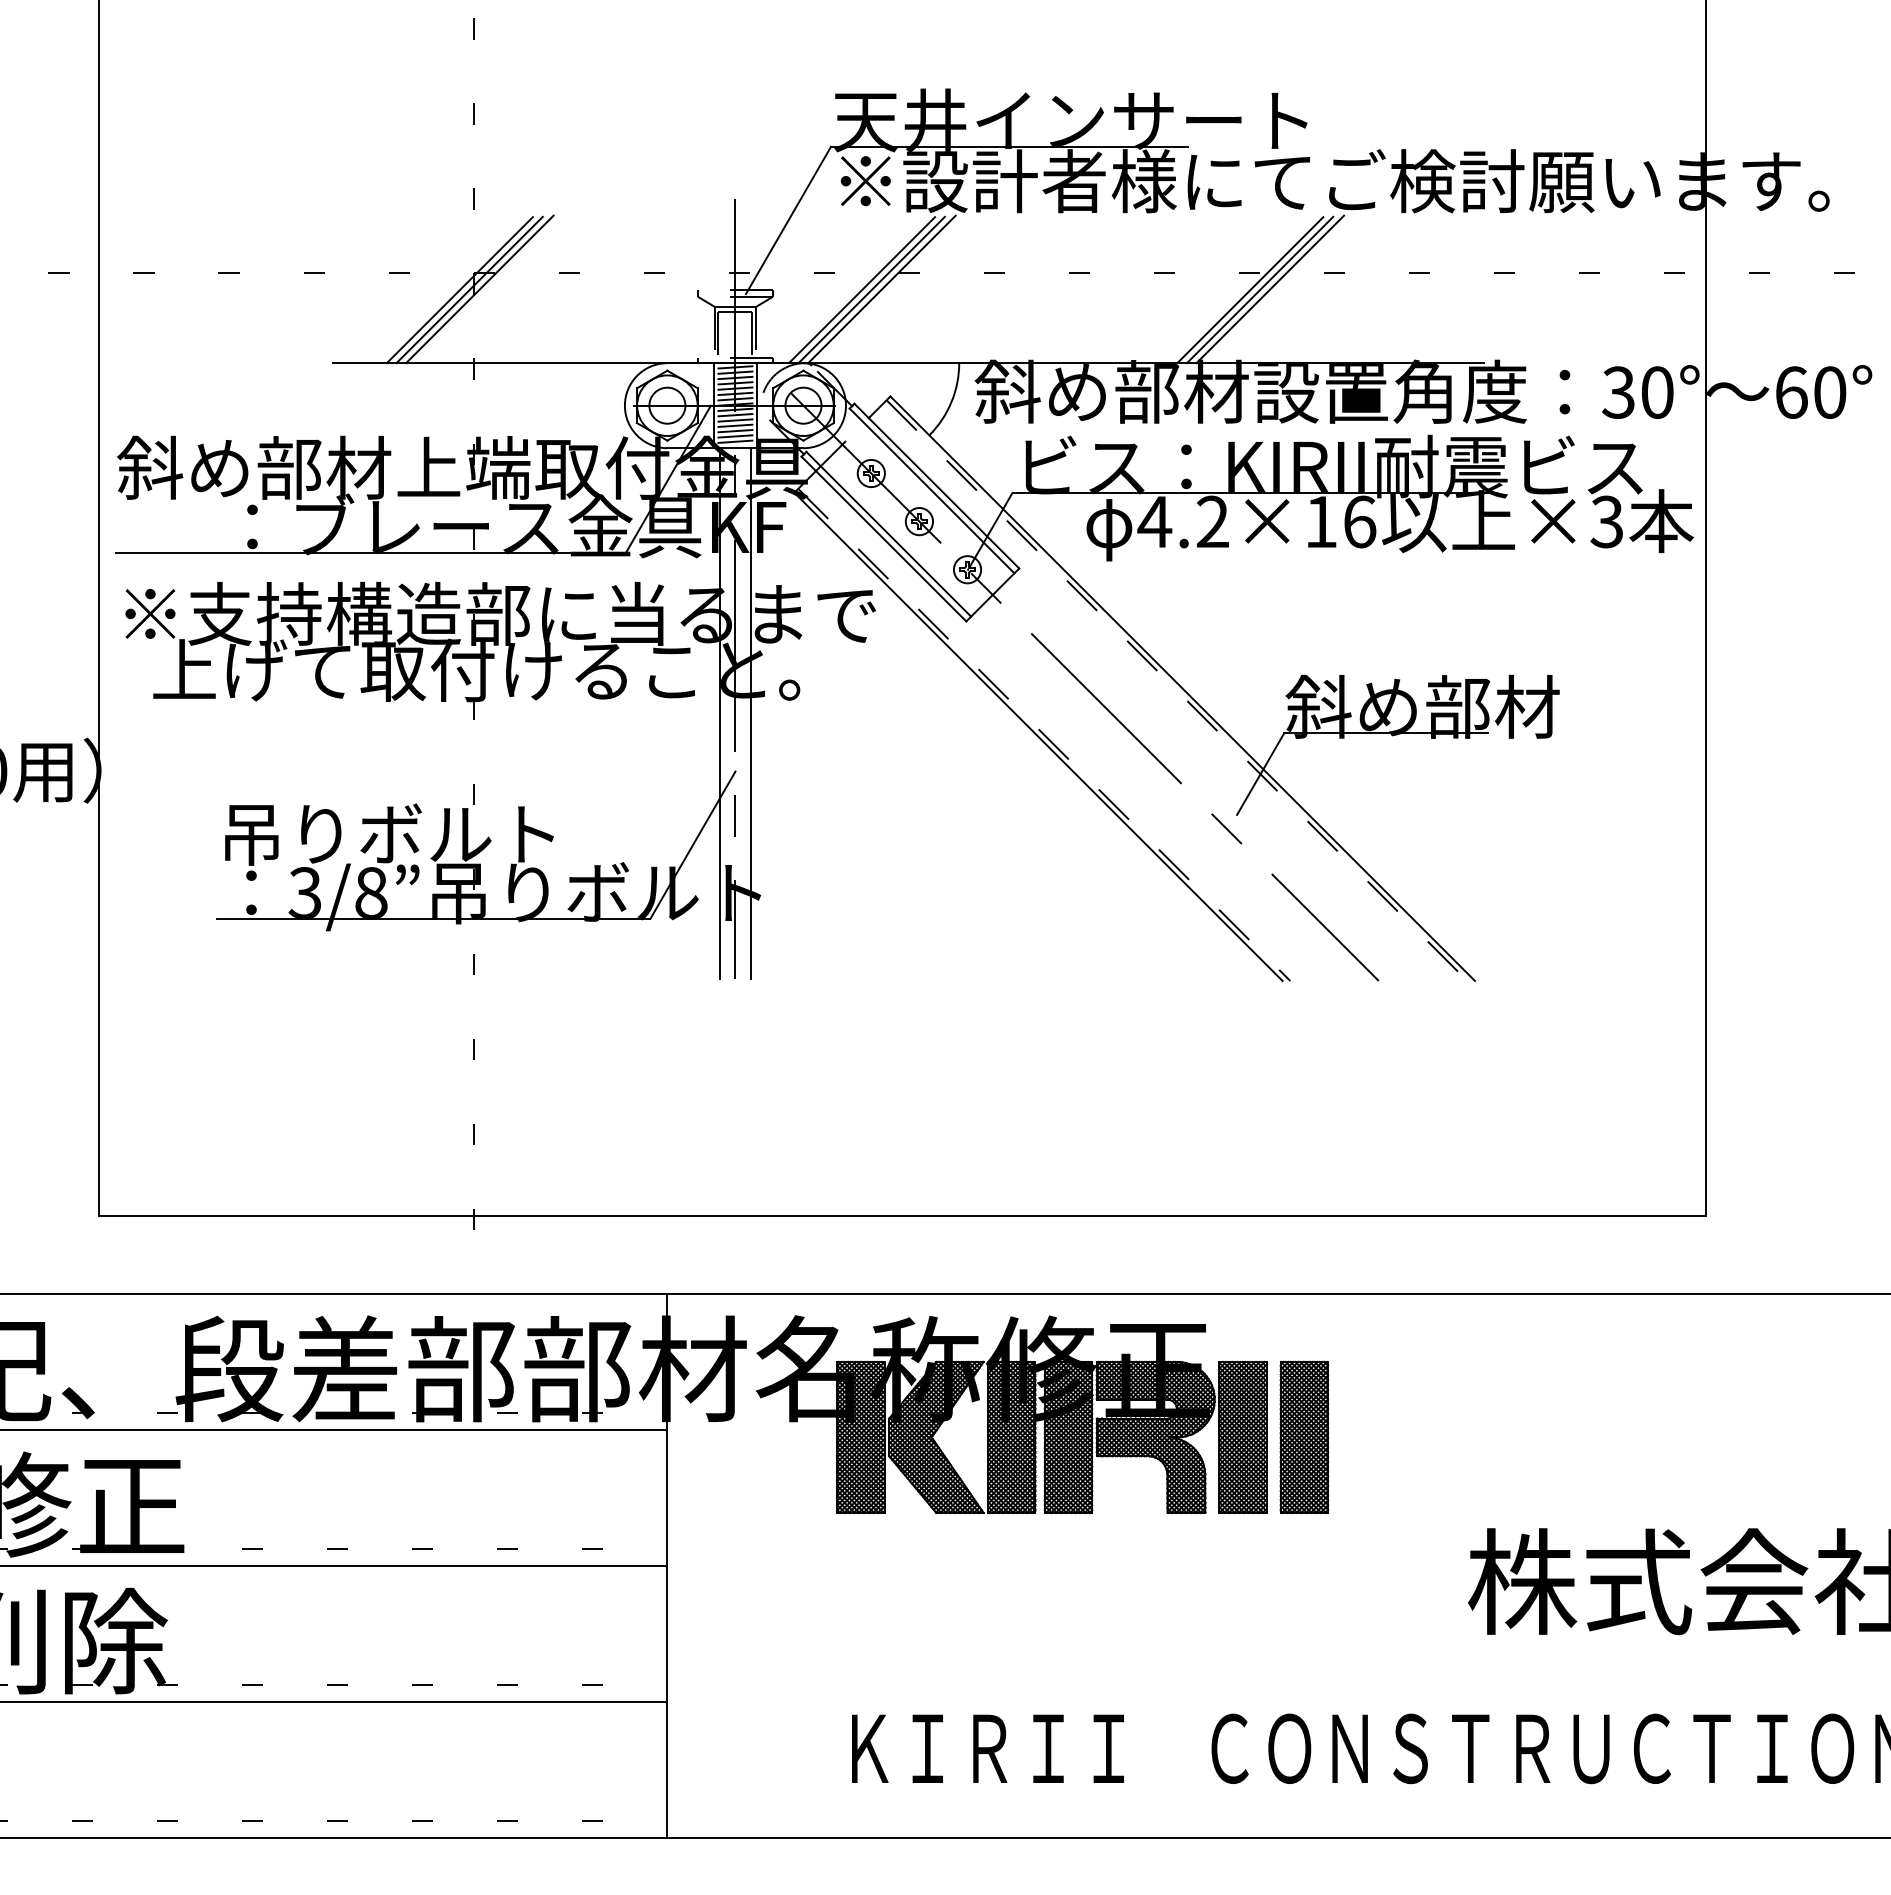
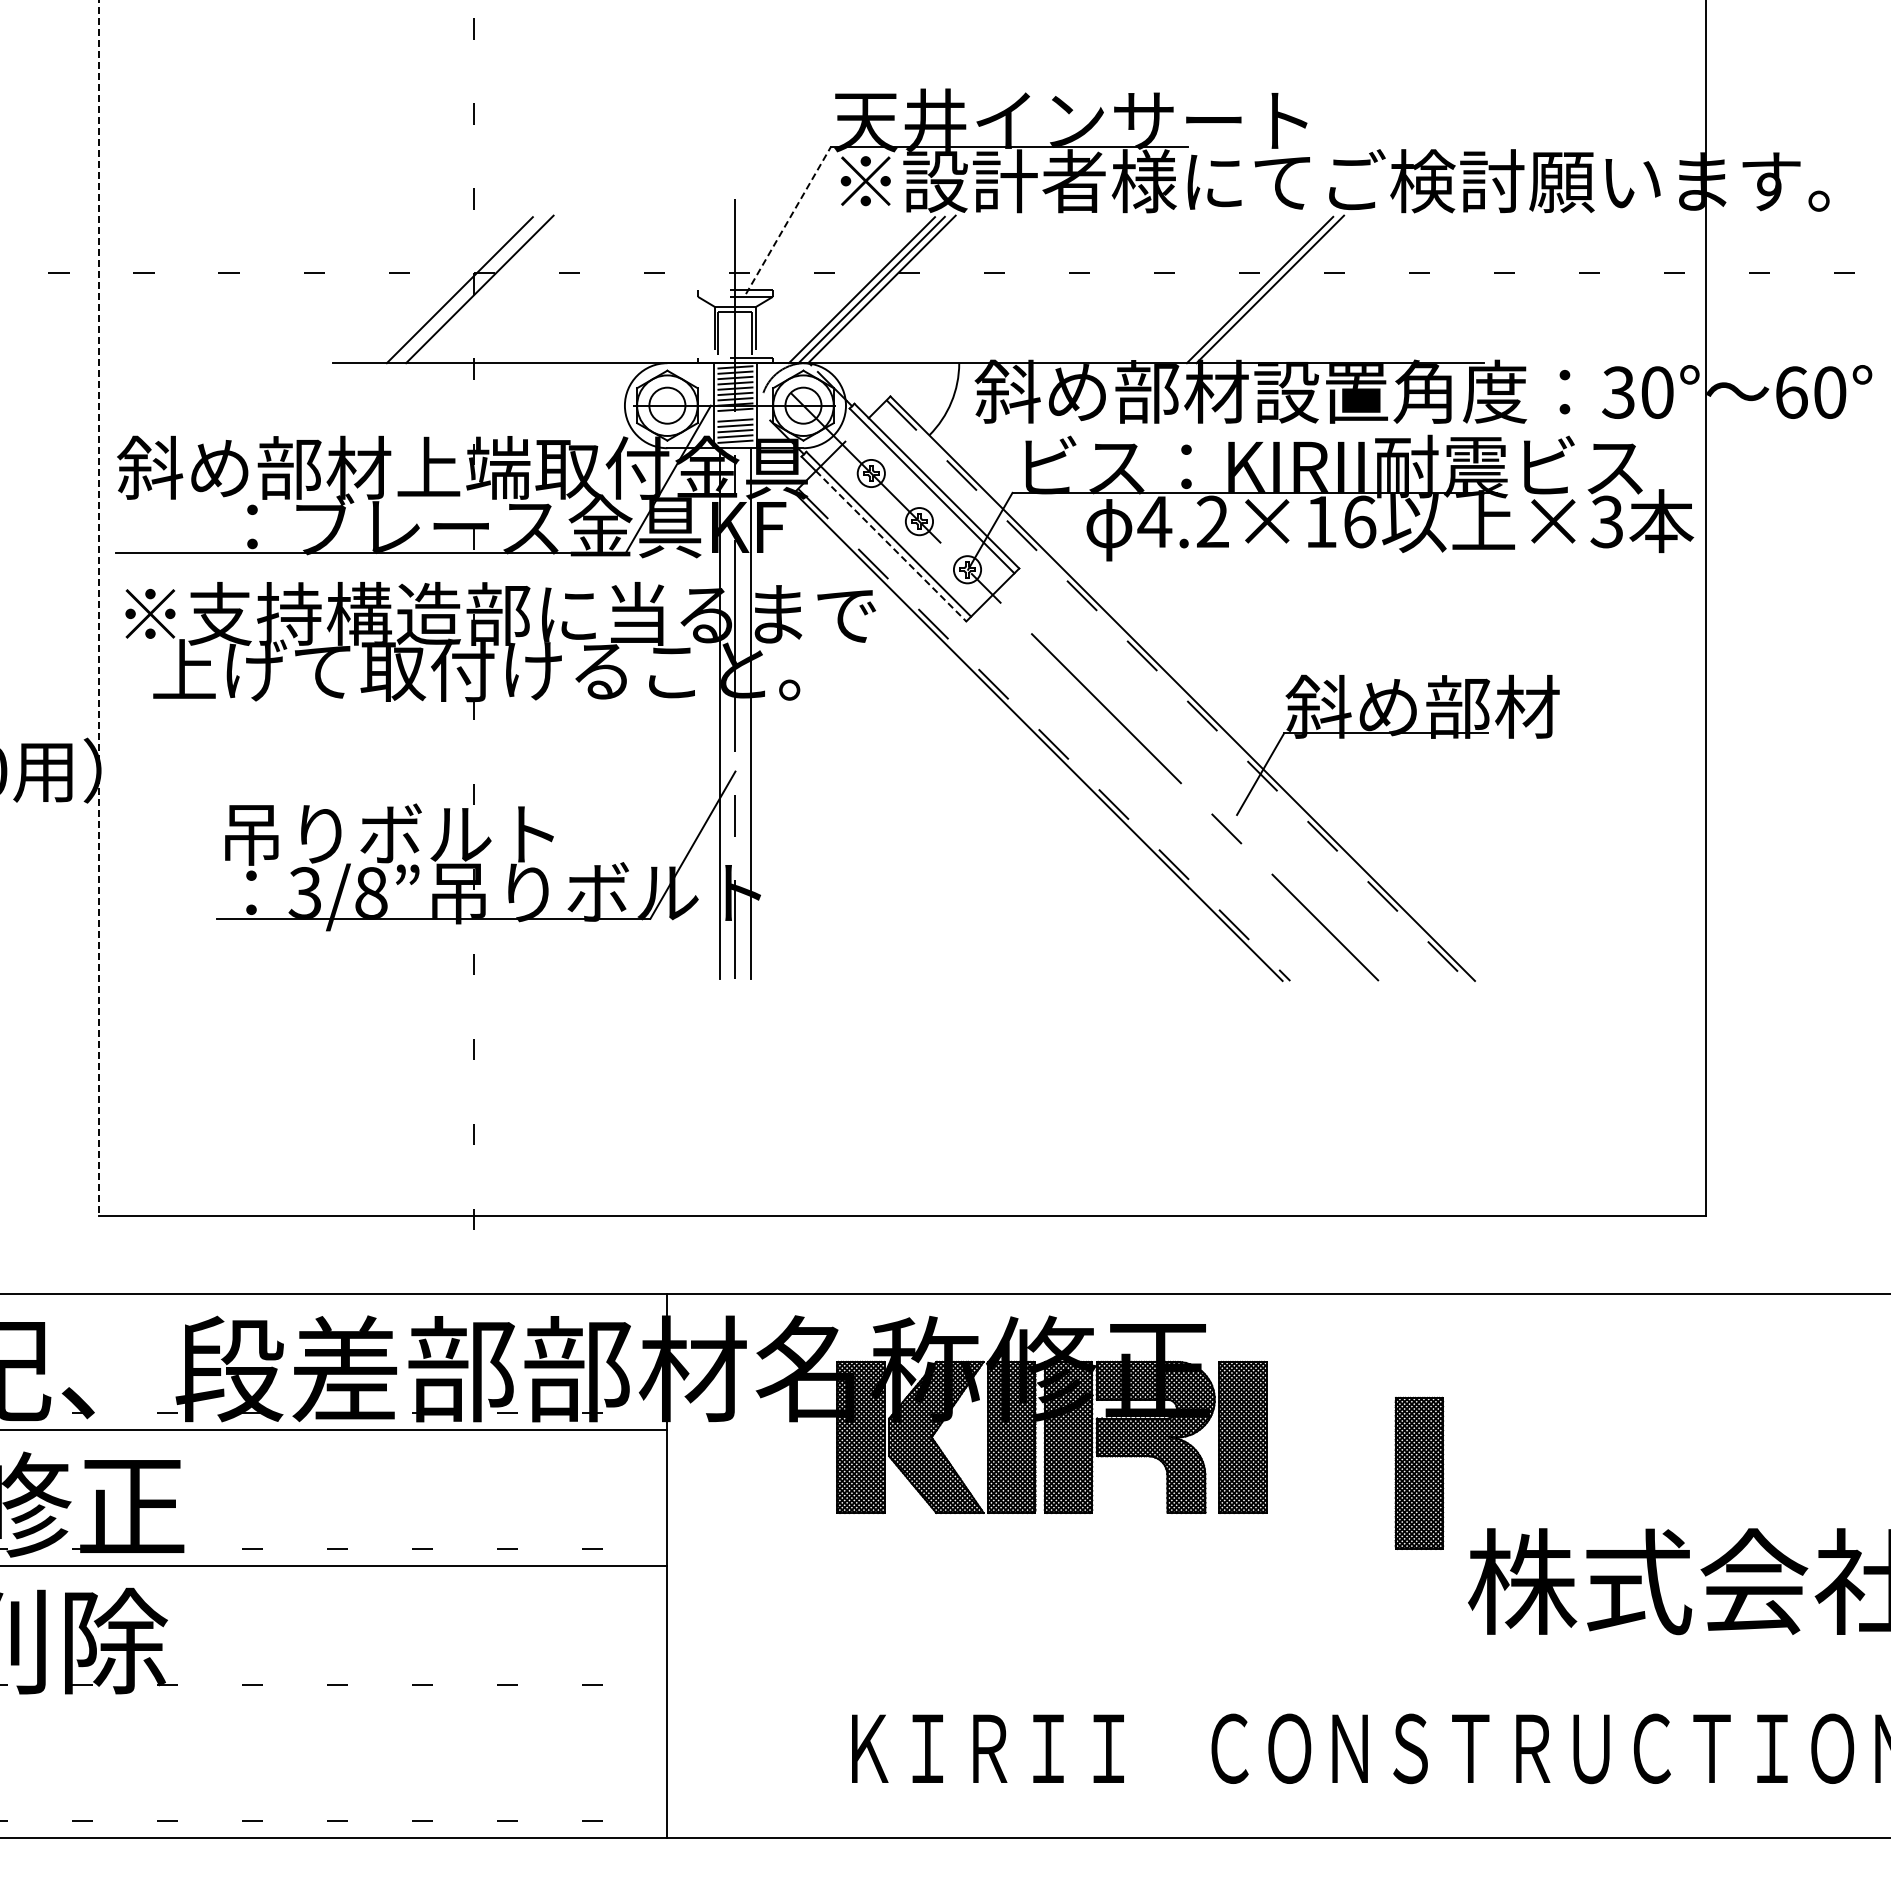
line at (788, 219): solid -> dashed
line at (469, 289): present -> none
line at (1250, 290): present -> none
line at (735, 415): present -> none
line at (891, 546): solid -> dashed
line at (99, 608): solid -> dashed
part at (1304, 1436) position: (1304, 1436) -> (1419, 1472)
line at (334, 1702): present -> none
